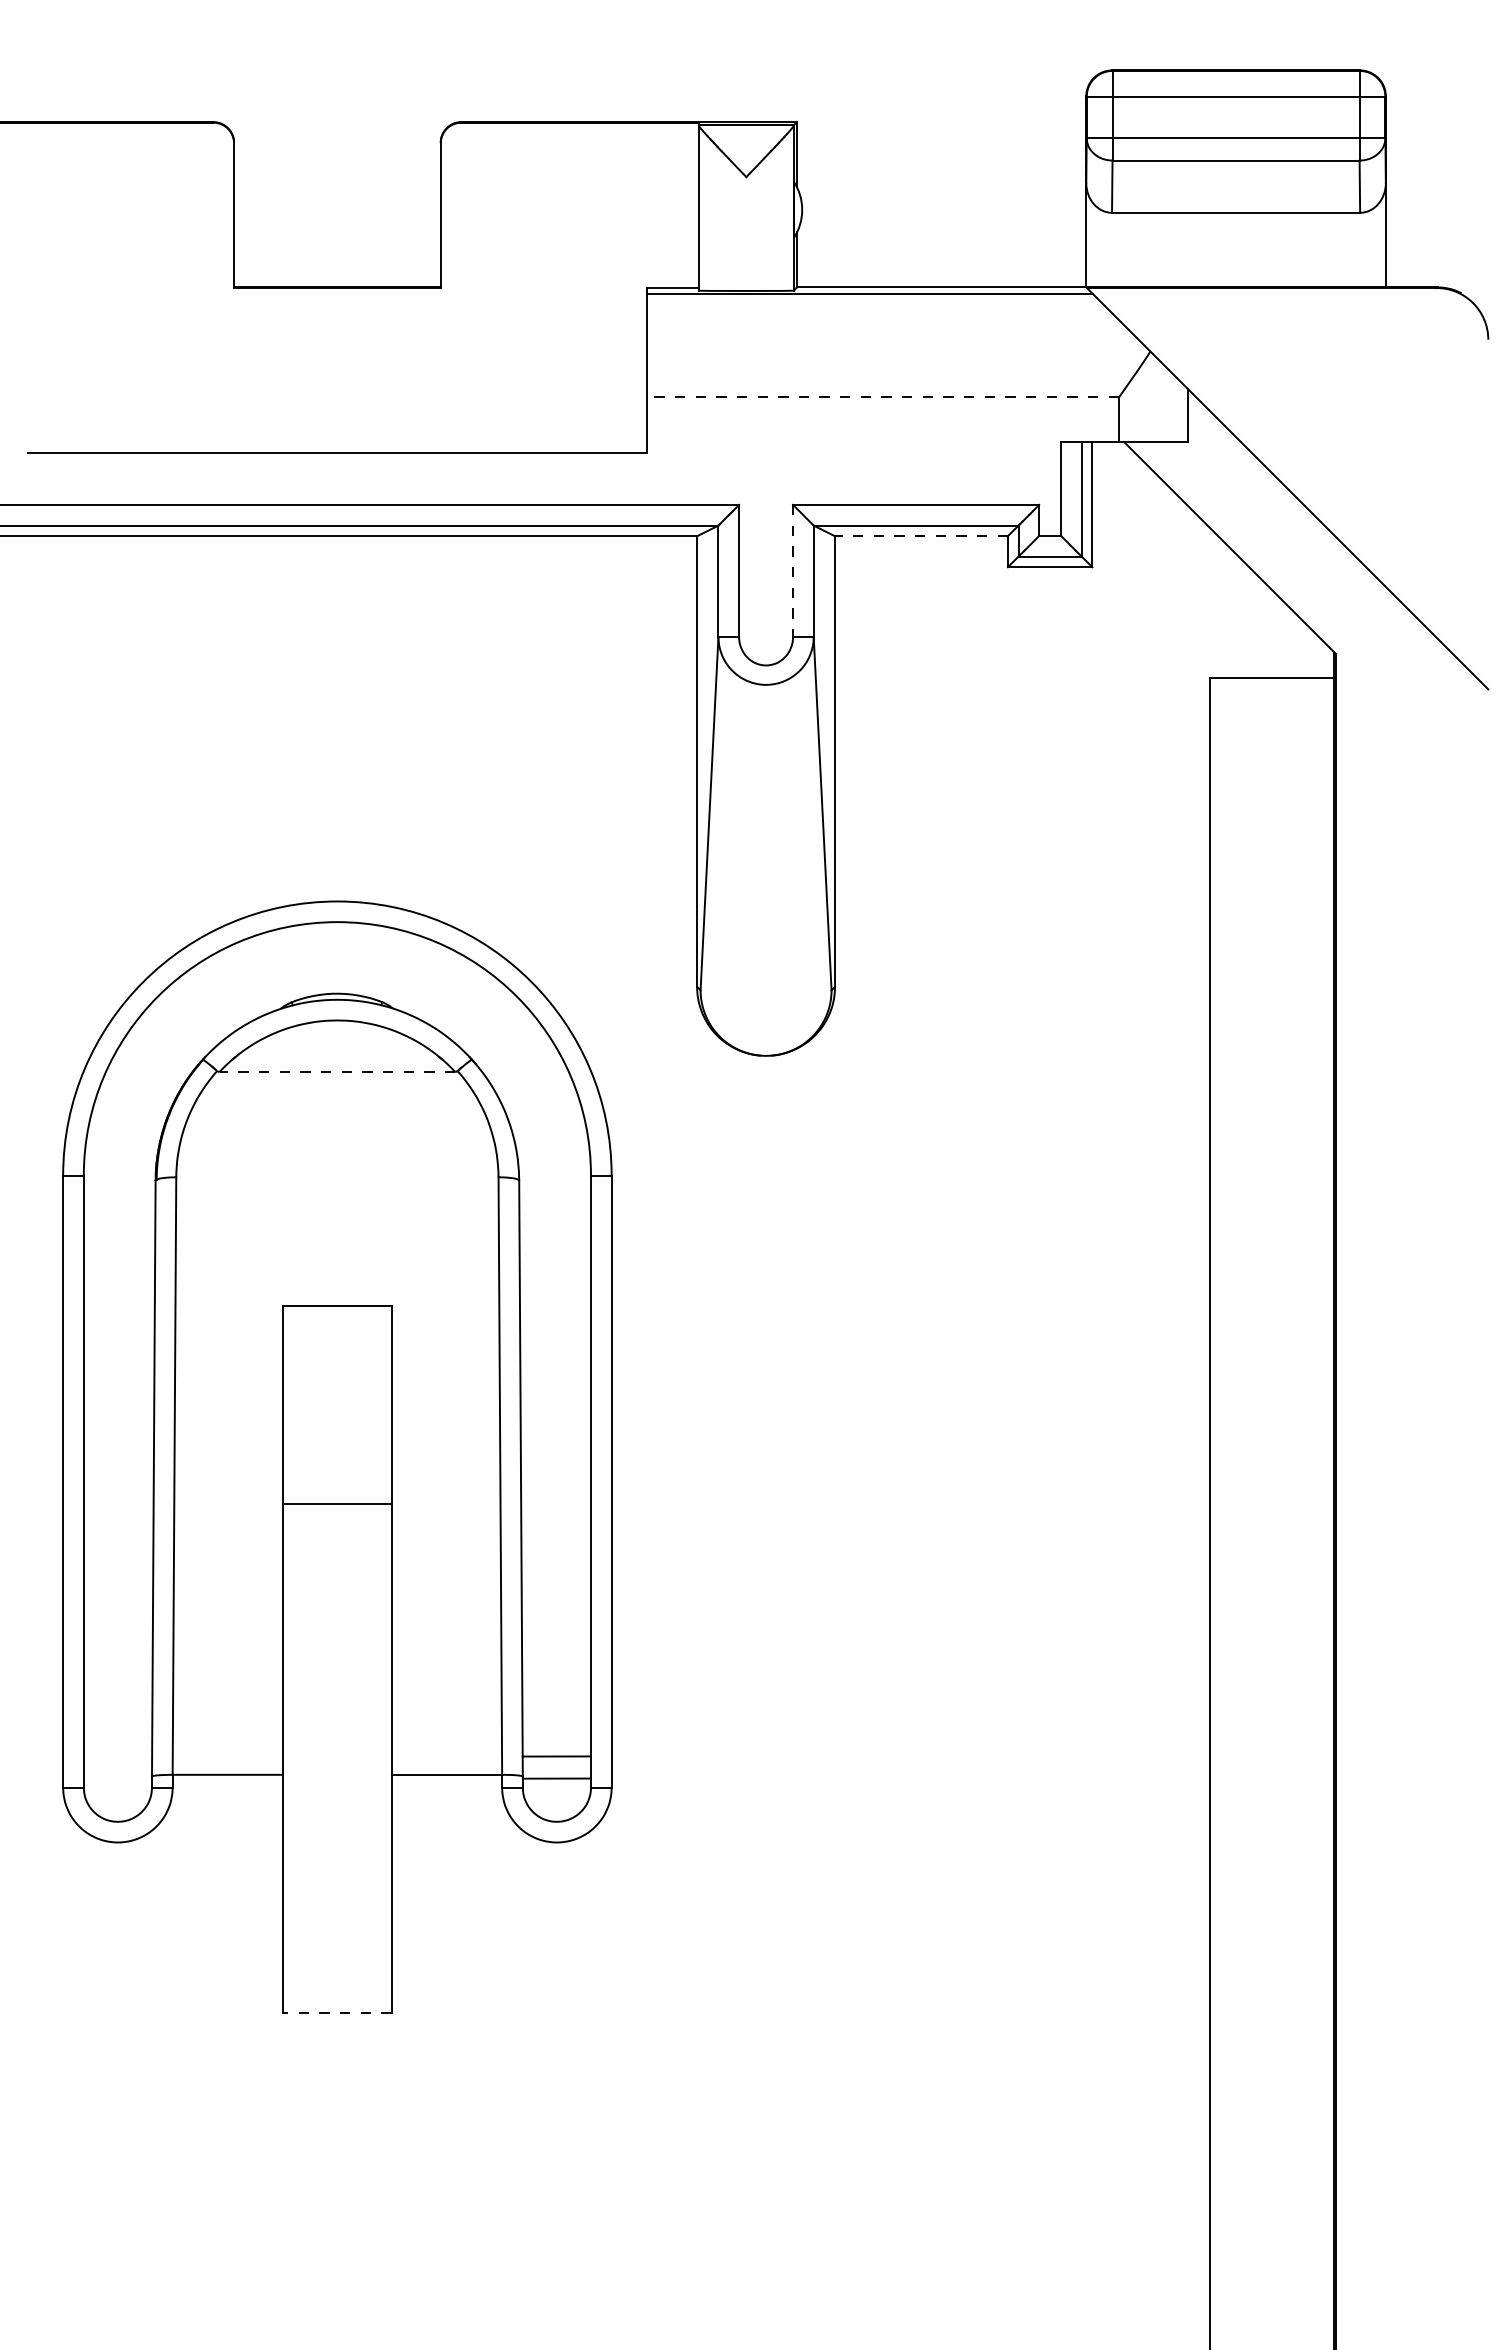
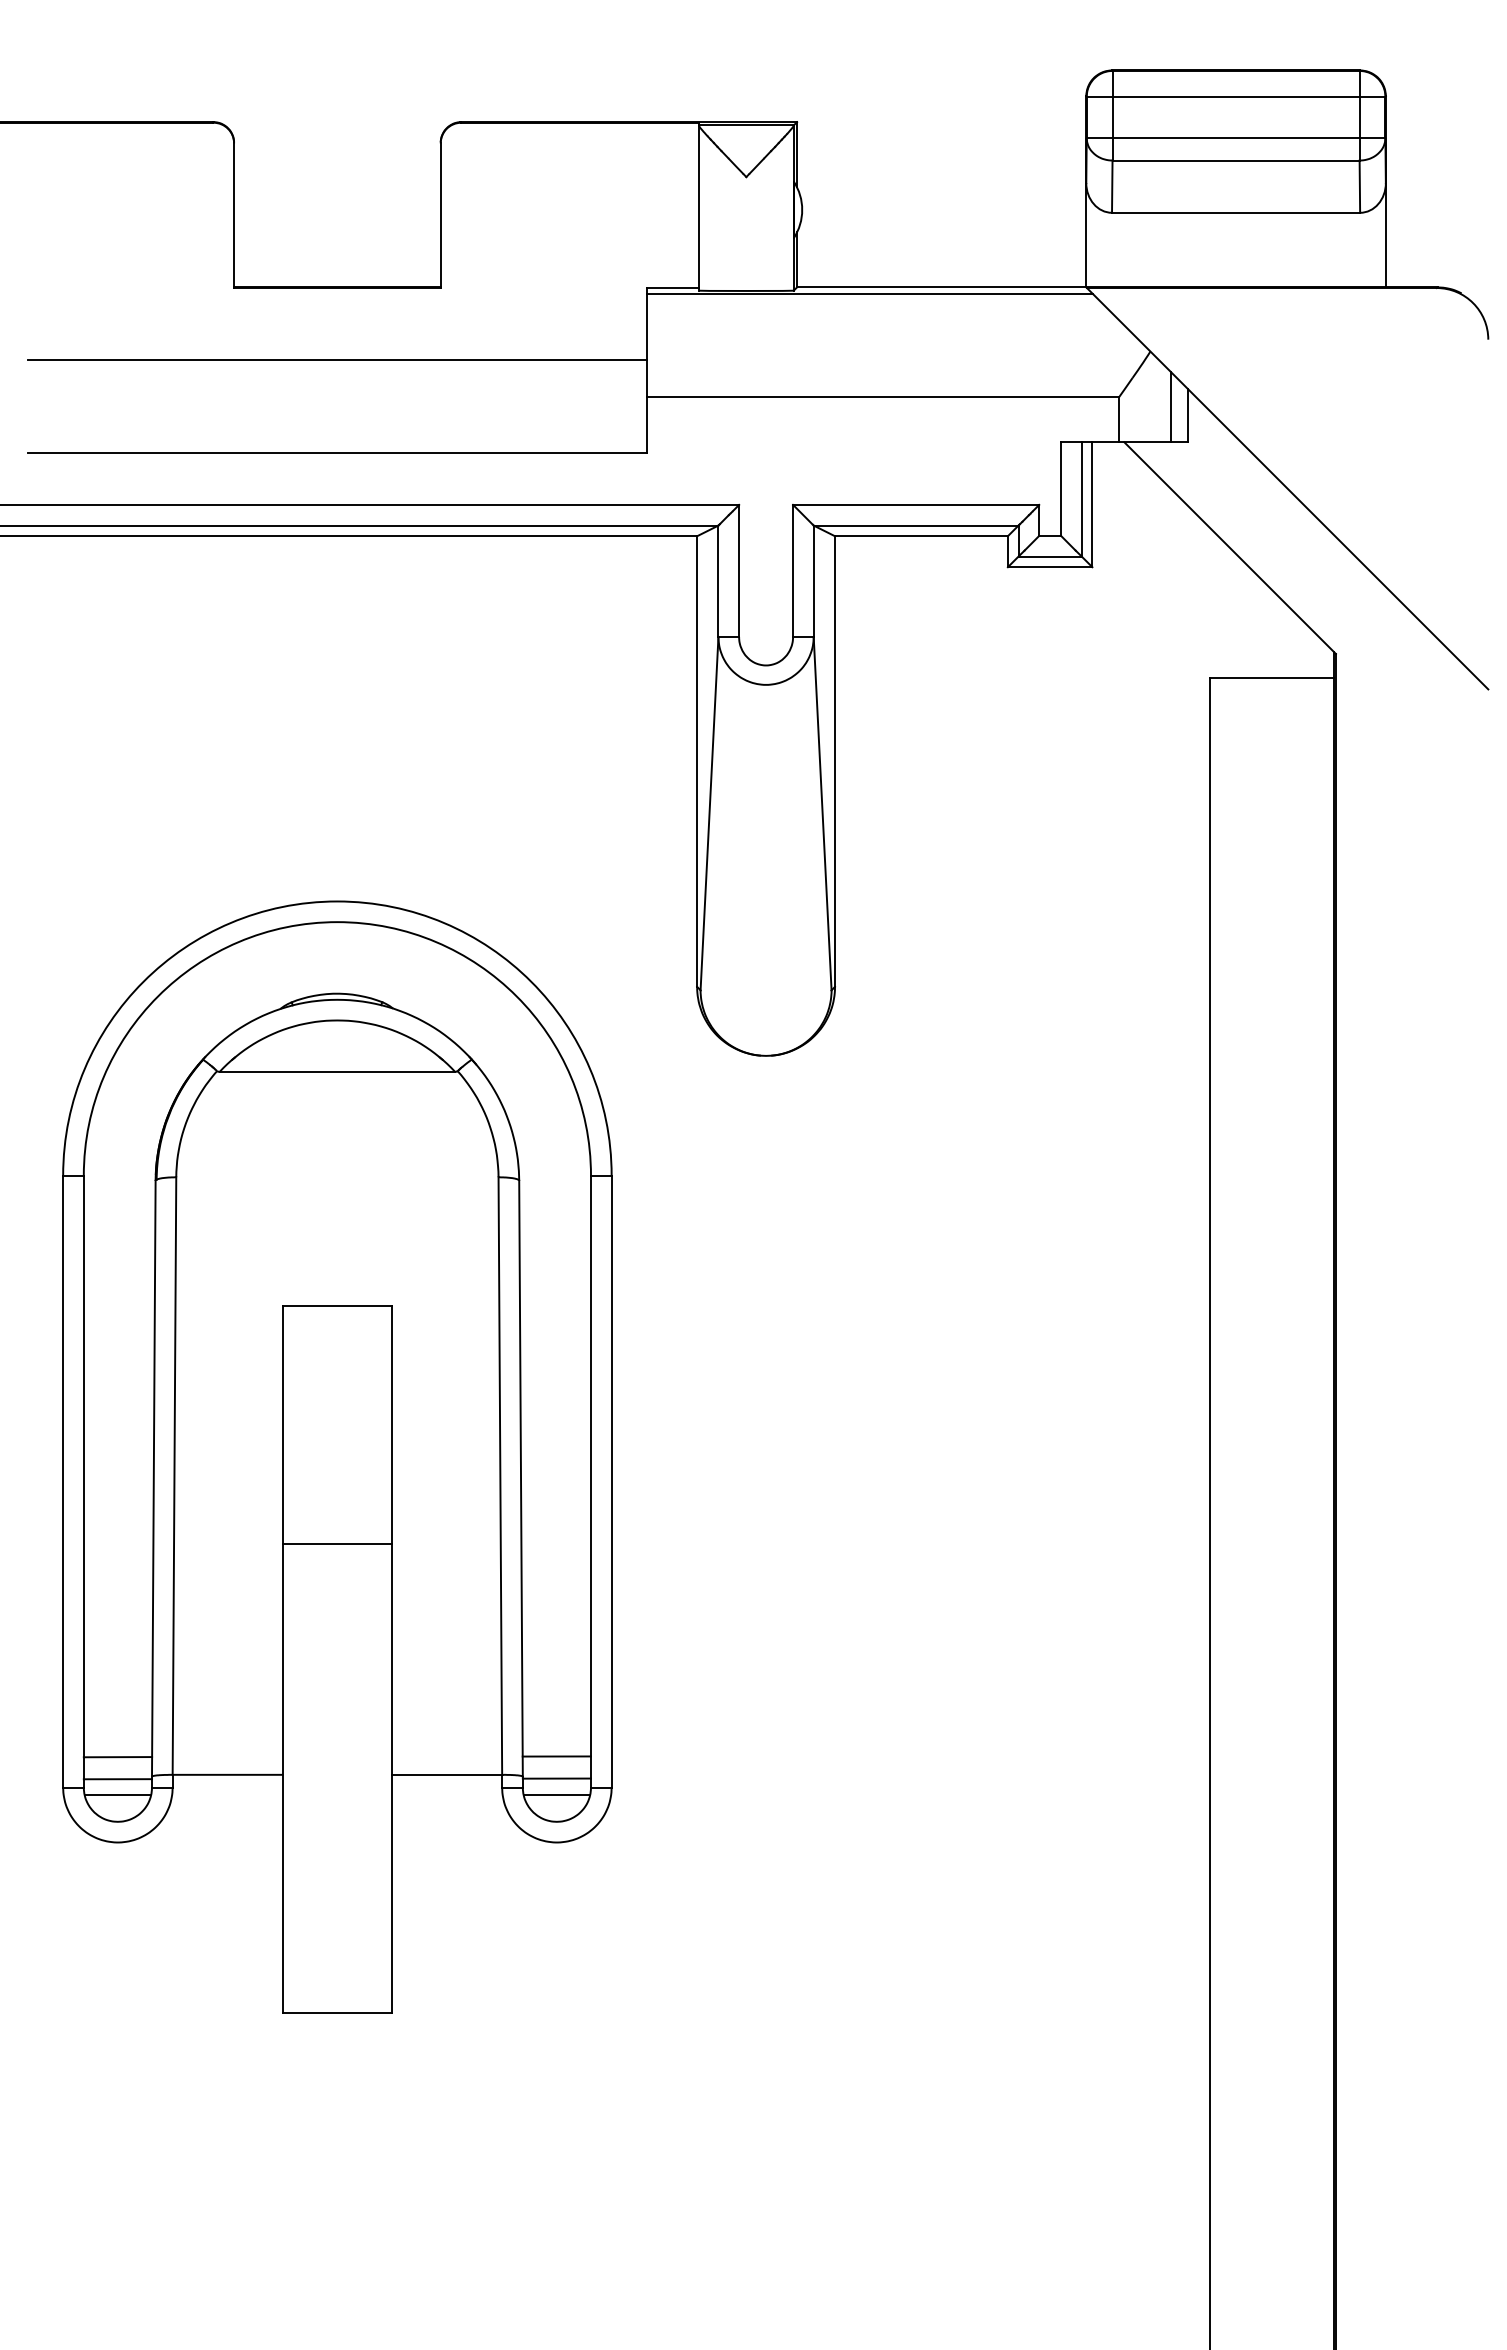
line at (337, 359): none -> present
line at (883, 397): dashed -> solid
line at (1170, 406): none -> present
line at (920, 536): dashed -> solid
line at (793, 571): dashed -> solid
line at (337, 1071): dashed -> solid
line at (337, 1504) position: (337, 1504) -> (337, 1544)
line at (117, 1757): none -> present
line at (117, 1779): none -> present
line at (117, 1795): none -> present
line at (556, 1795): none -> present
line at (336, 2012): dashed -> solid
